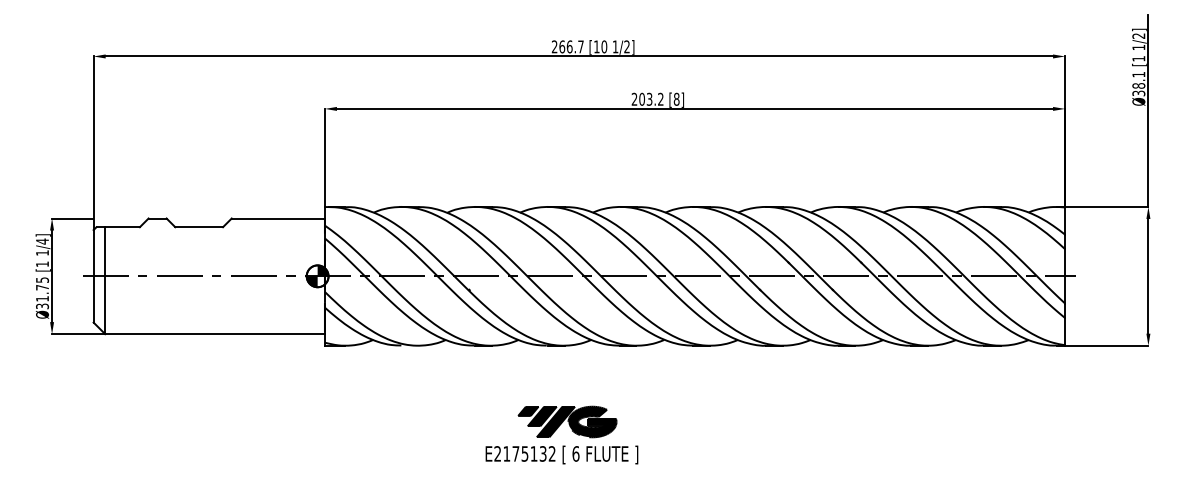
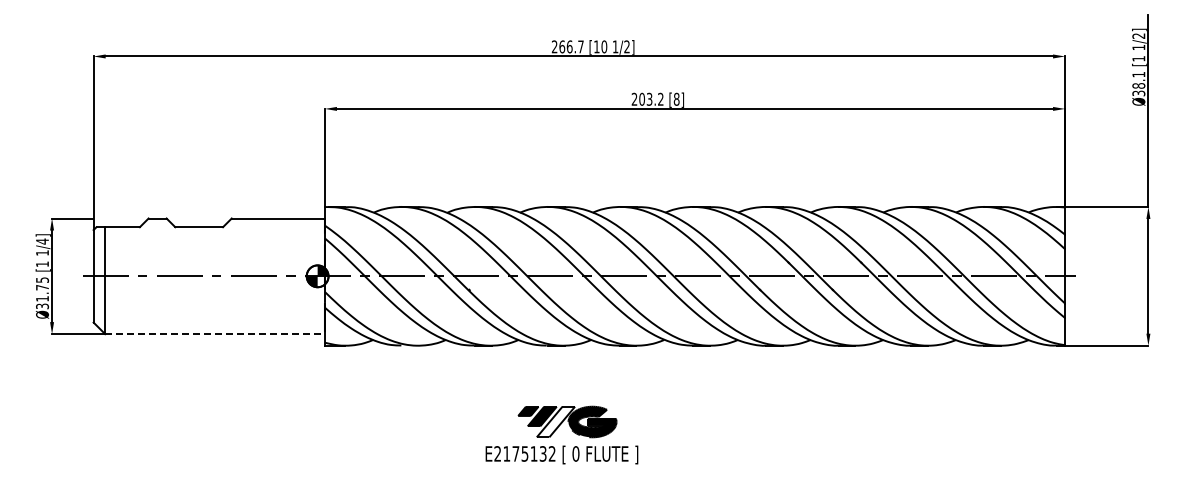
line at (215, 334): solid -> dashed
fill at (555, 421): present -> none
text at (575, 453): 6 -> 0
